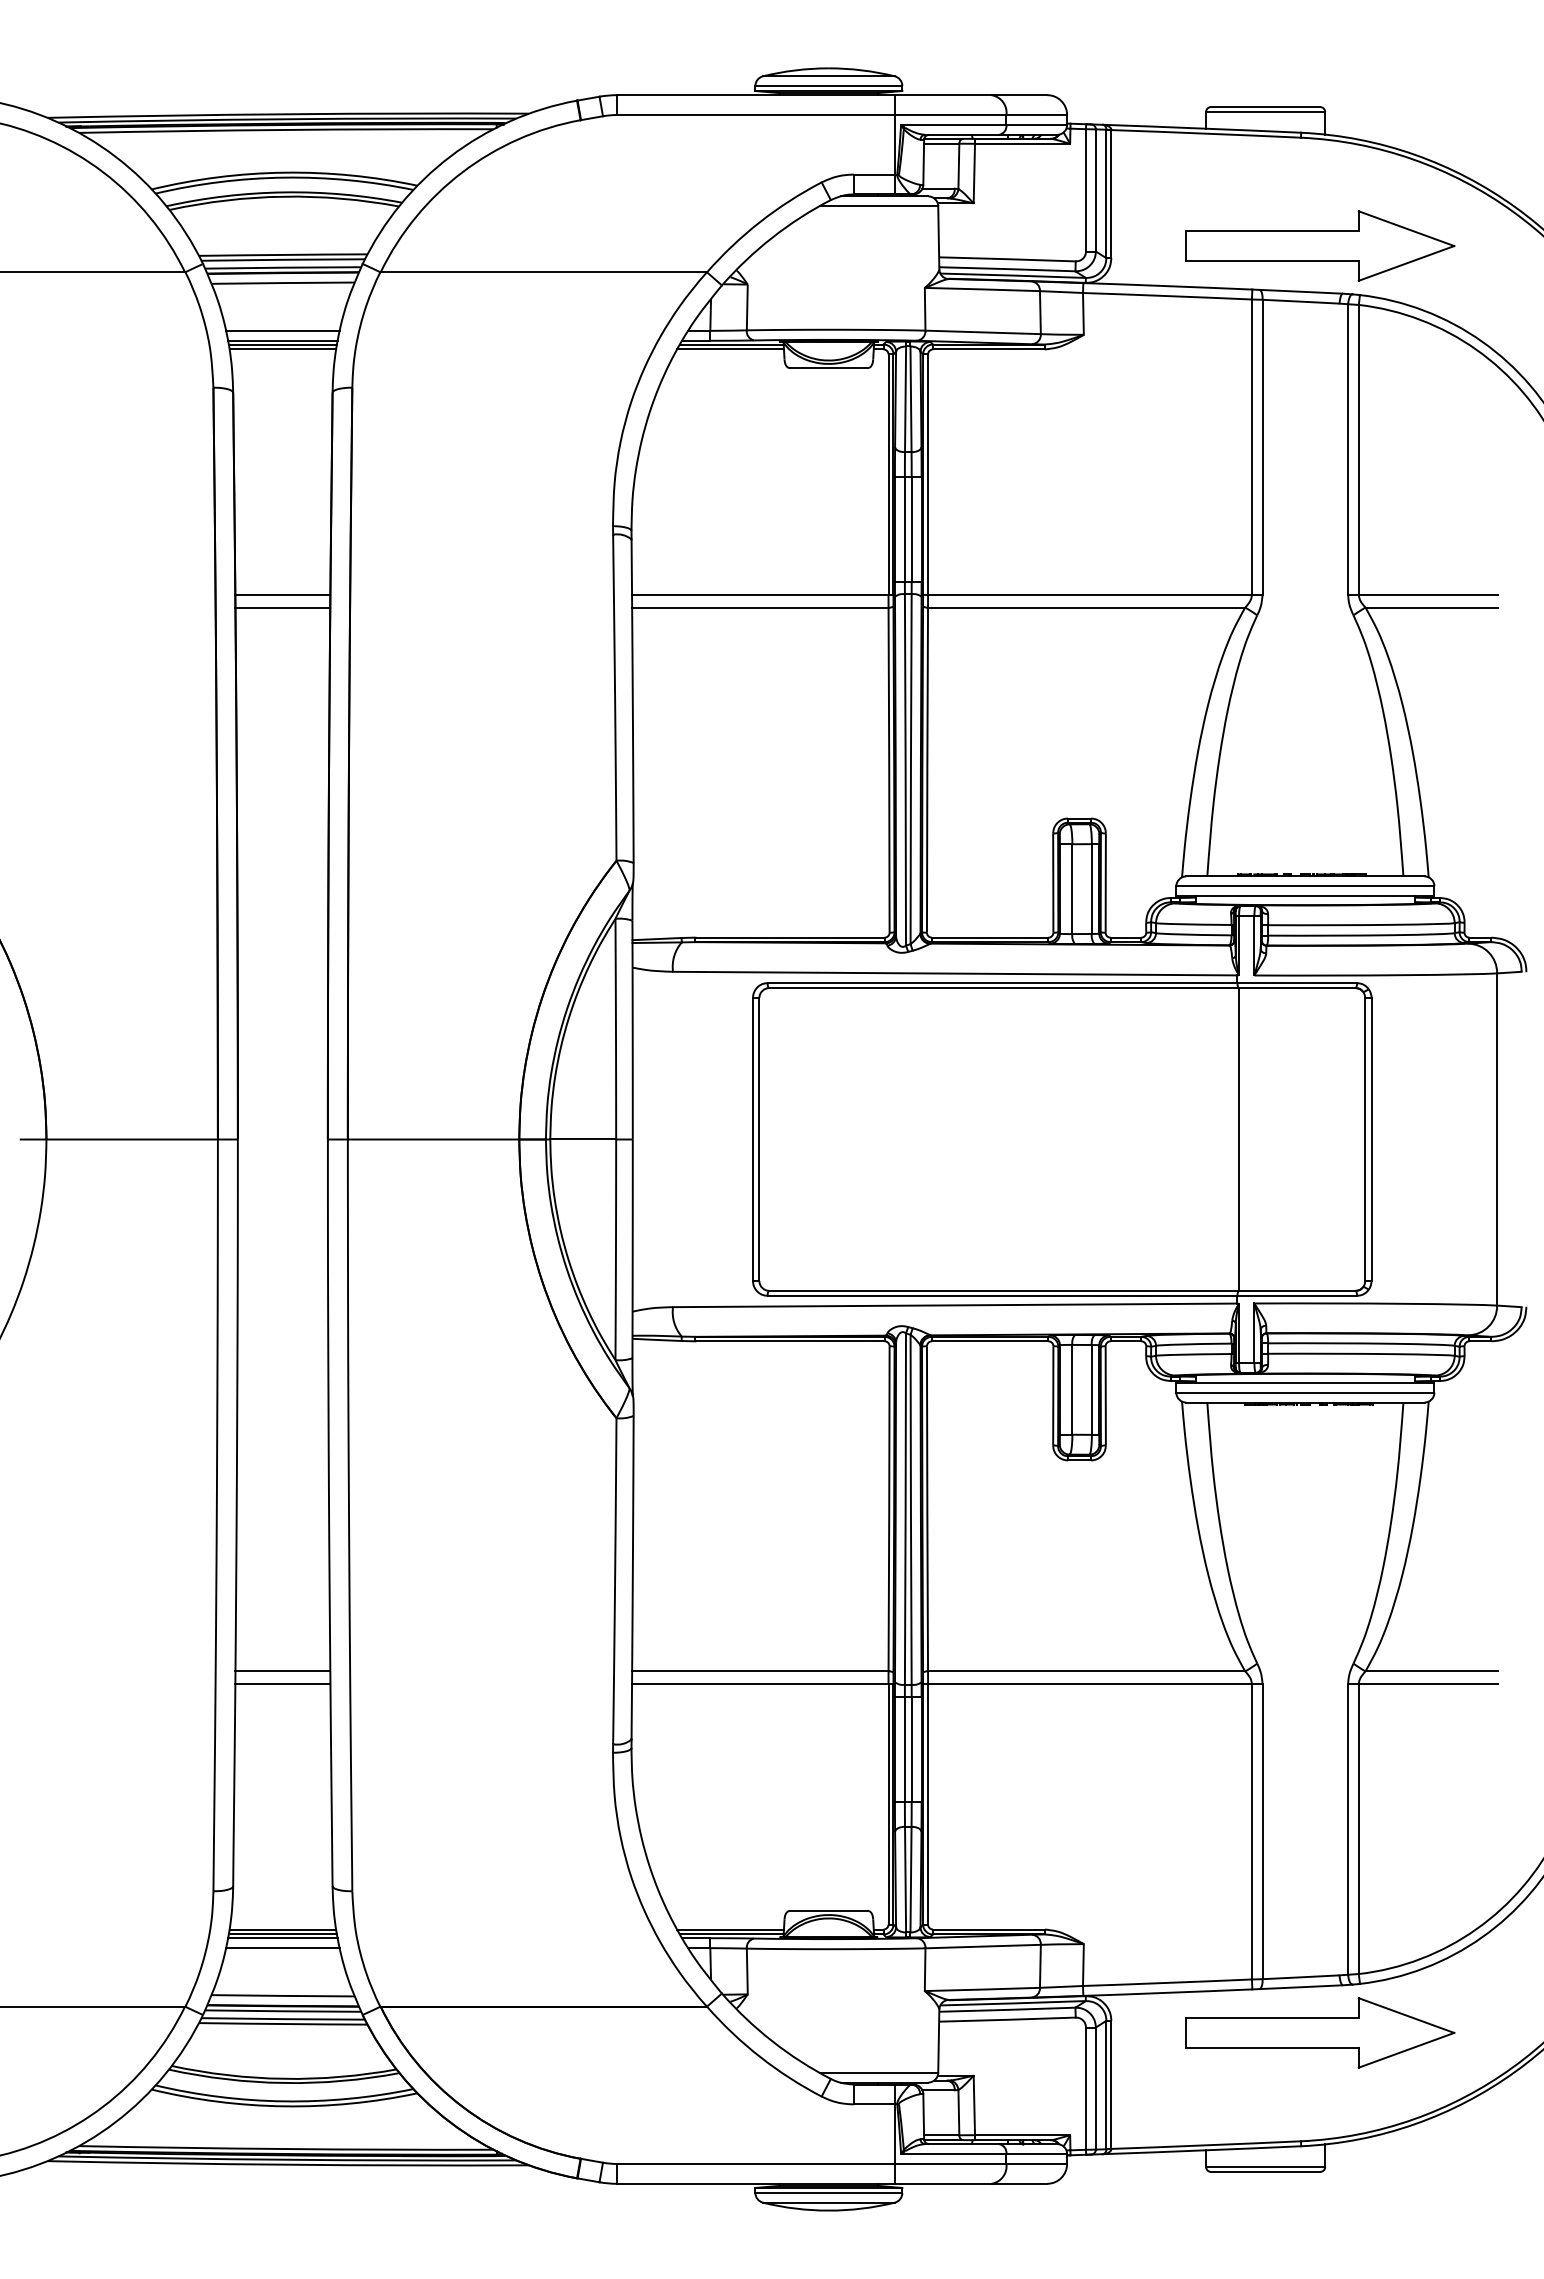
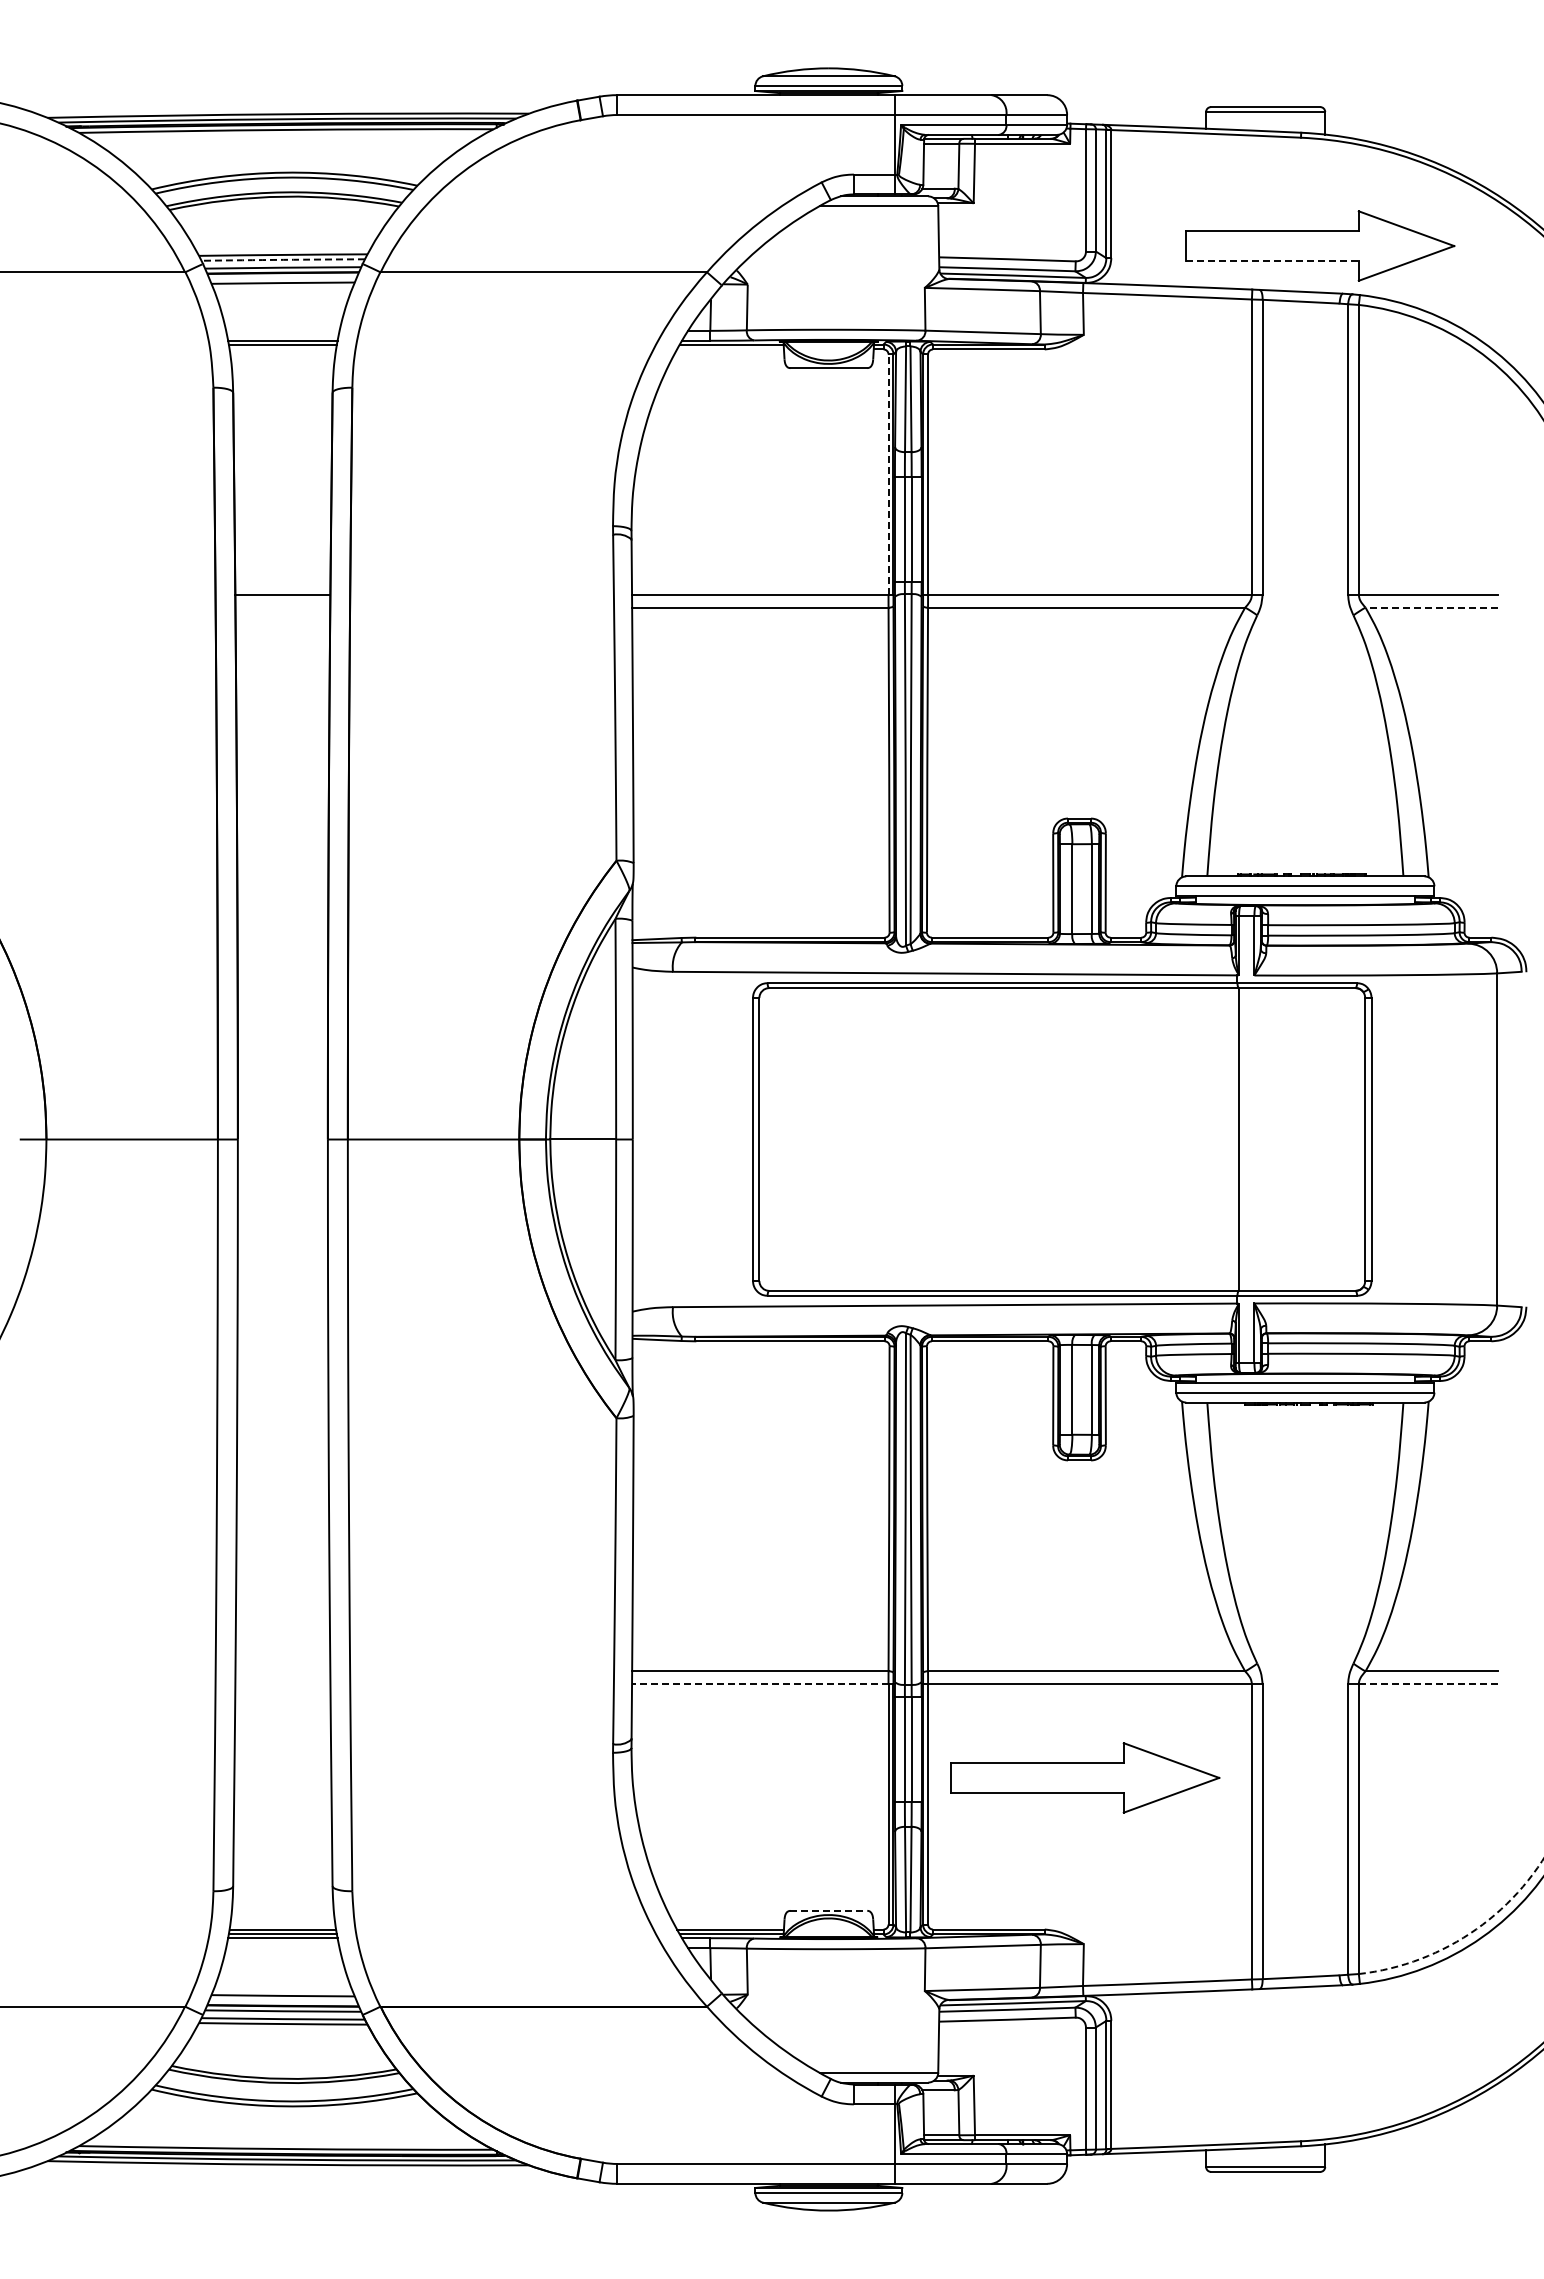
arc at (283, 259): solid -> dashed
line at (1273, 260): solid -> dashed
line at (282, 330): present -> none
line at (282, 349): present -> none
line at (730, 349): present -> none
line at (888, 474): solid -> dashed
line at (282, 607): present -> none
line at (1431, 607): solid -> dashed
line at (282, 1671): present -> none
line at (282, 1684): present -> none
line at (759, 1684): solid -> dashed
line at (1427, 1684): solid -> dashed
line at (829, 1910): solid -> dashed
arc at (1464, 1937): solid -> dashed
line at (282, 1948): present -> none
part at (1320, 2032) position: (1320, 2032) -> (1085, 1777)
